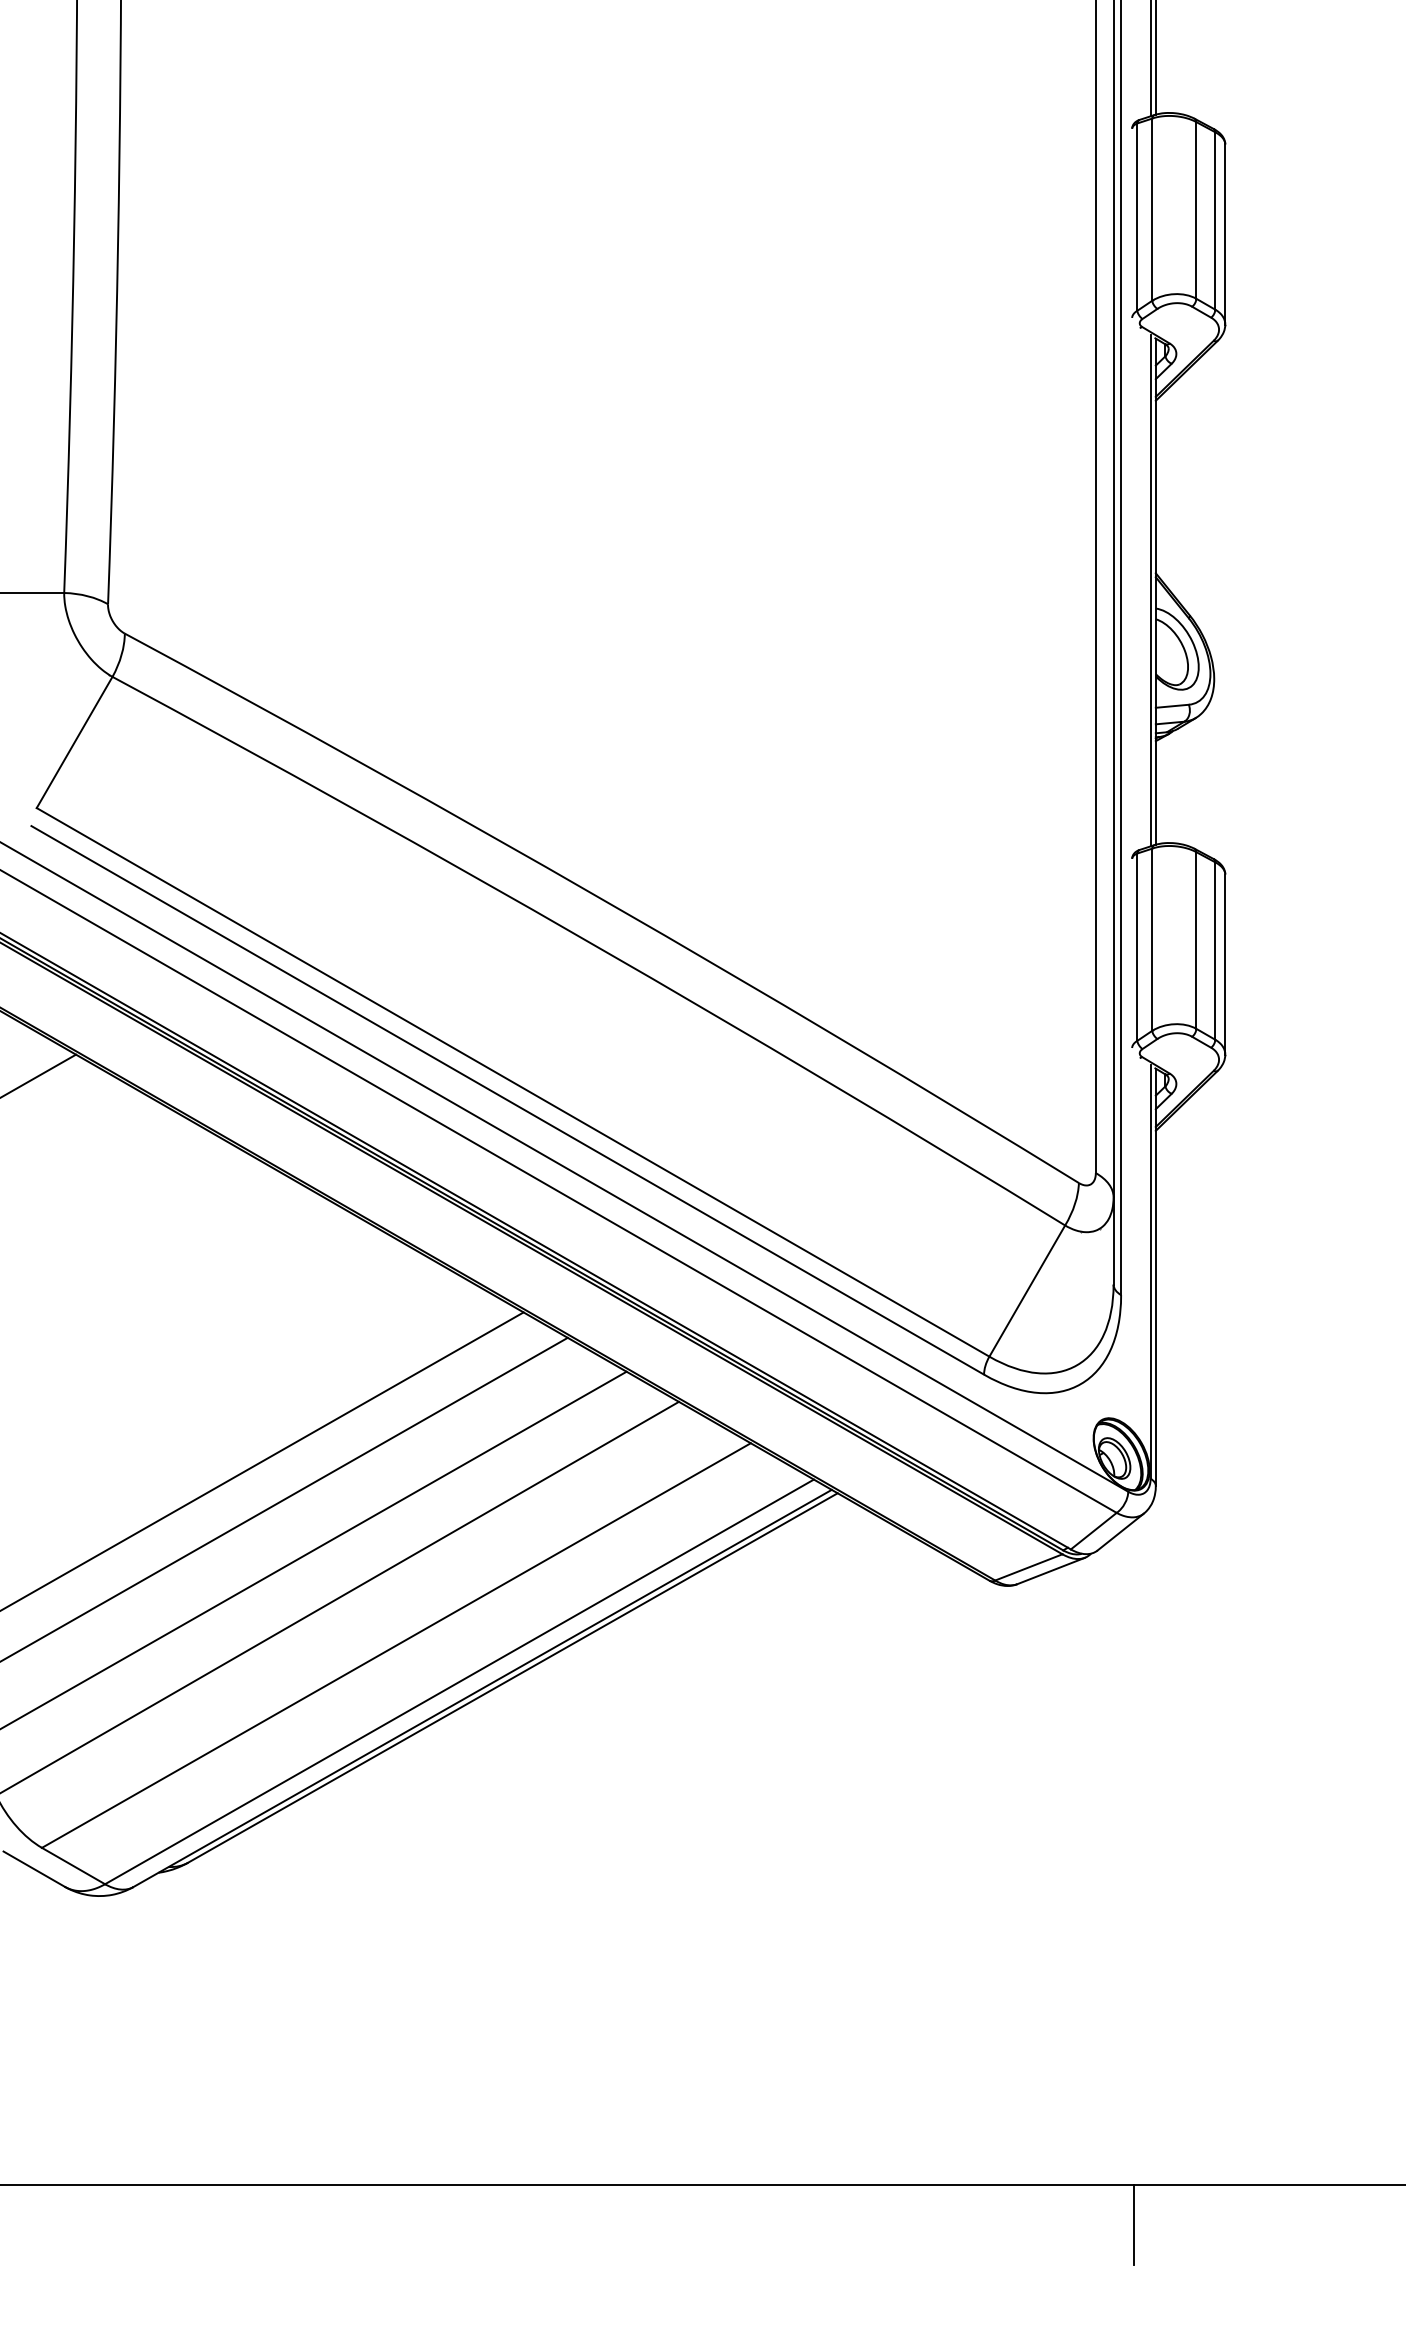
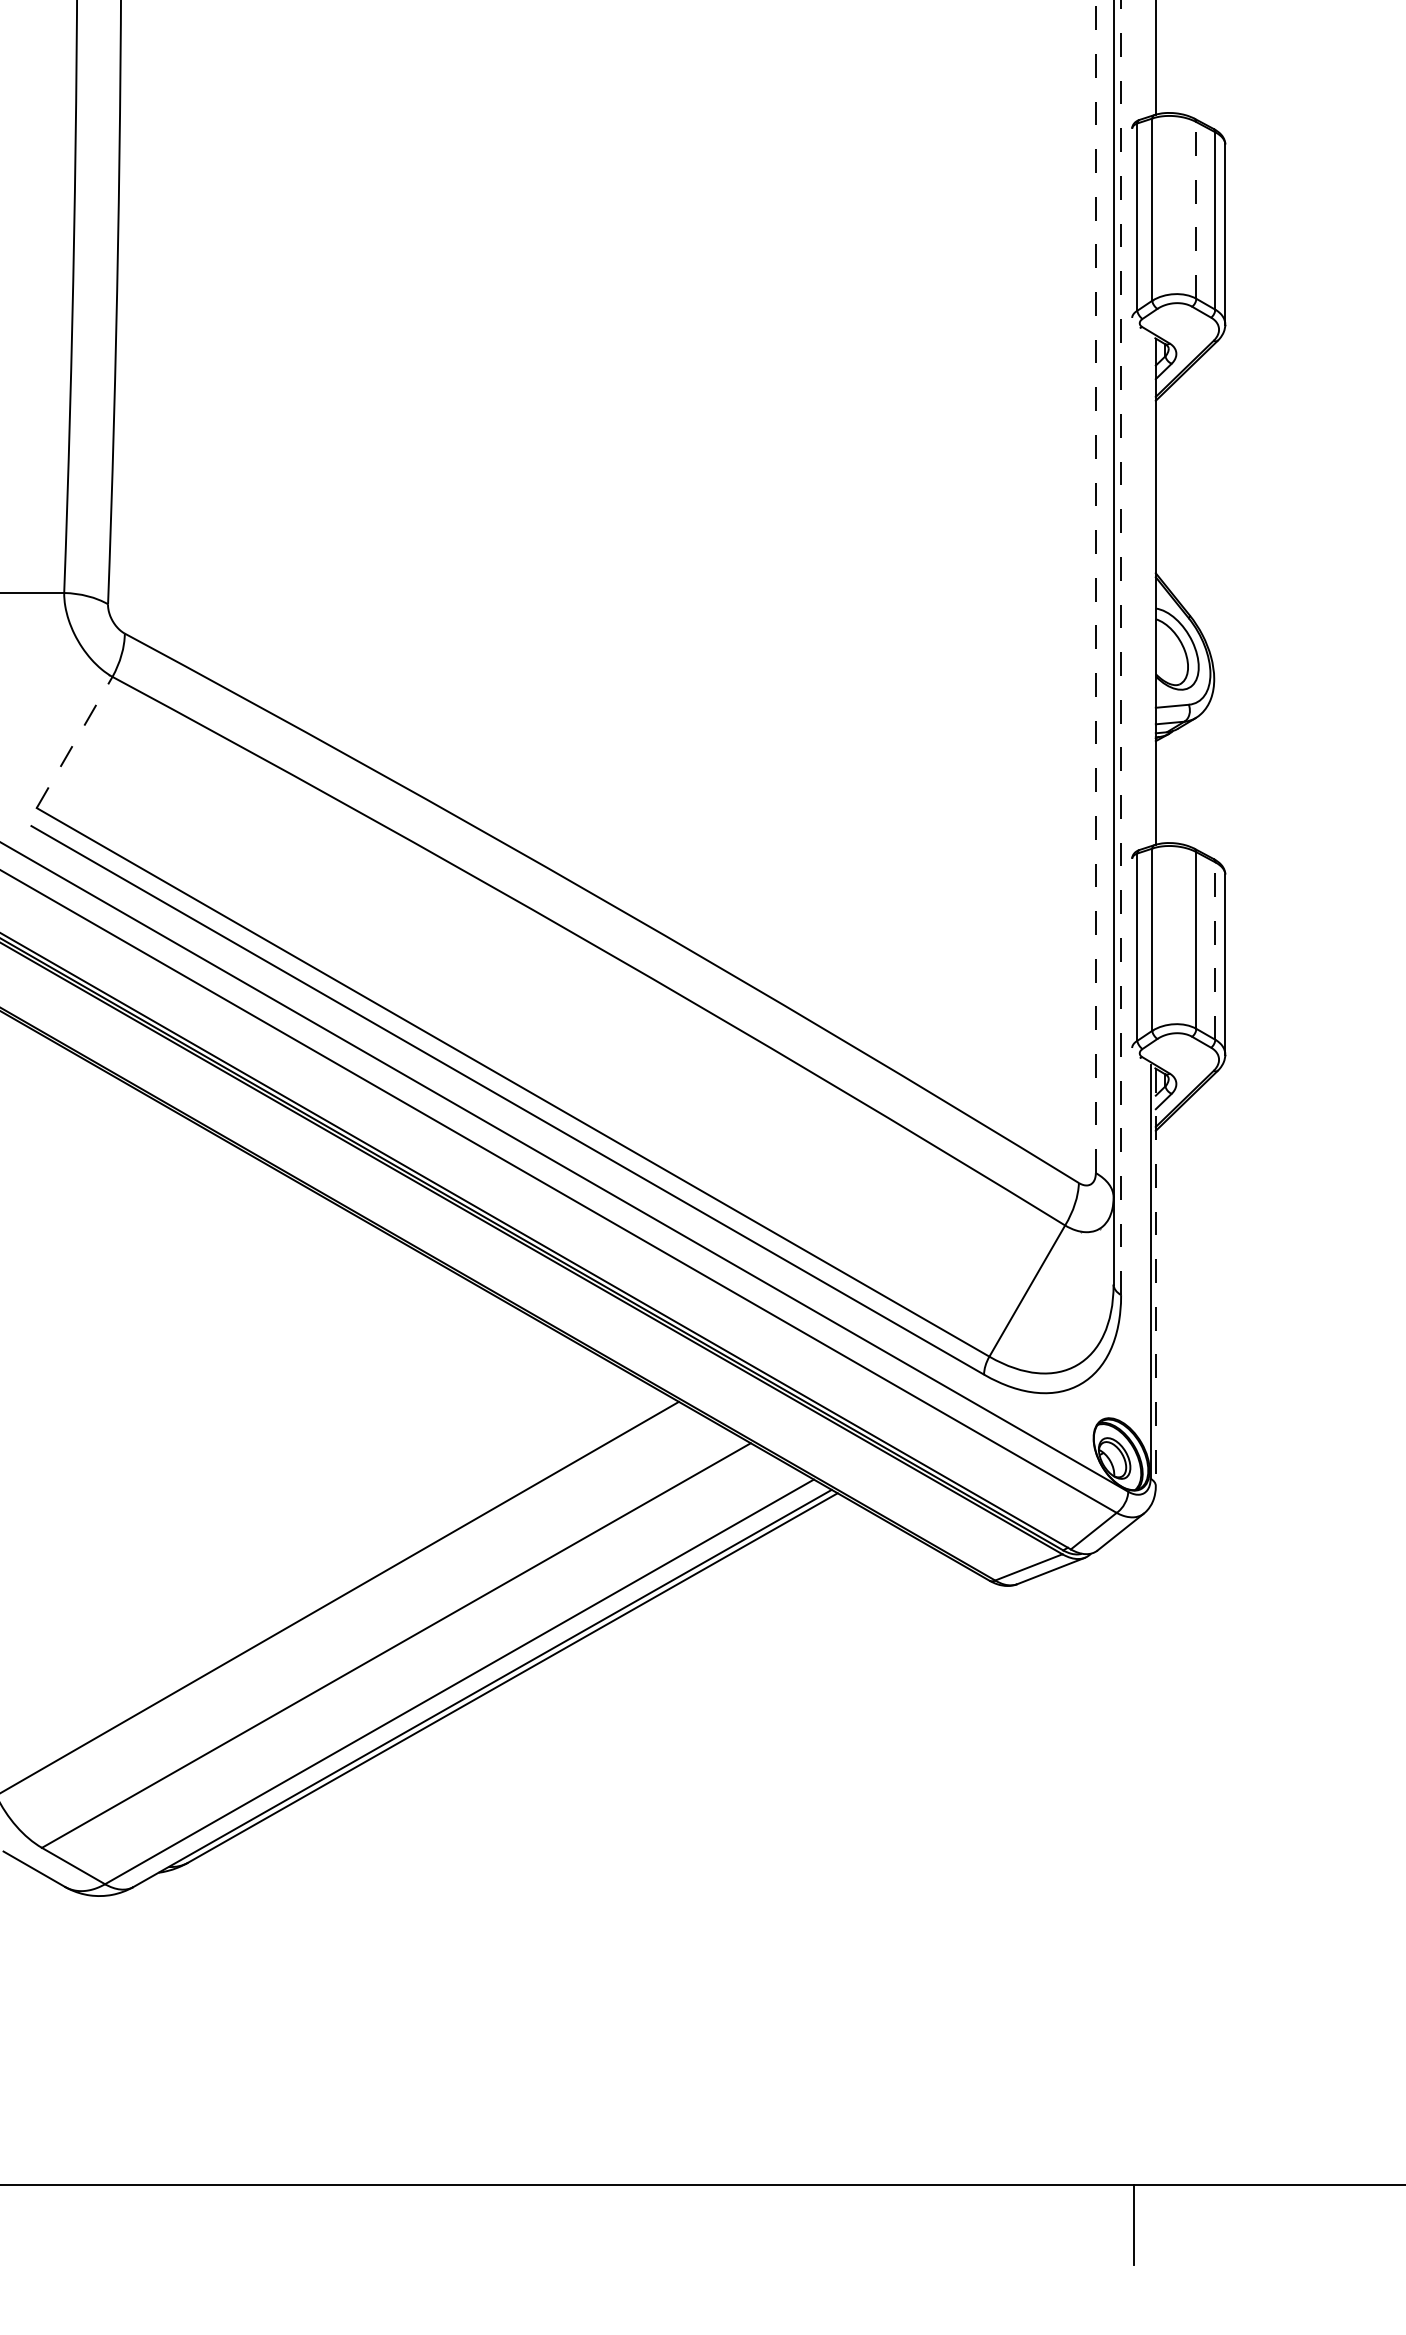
line at (1150, 59): present -> none
line at (1196, 209): solid -> dashed
line at (1095, 586): solid -> dashed
line at (1150, 590): present -> none
line at (1121, 647): solid -> dashed
line at (74, 742): solid -> dashed
line at (1215, 951): solid -> dashed
line at (39, 1075): present -> none
line at (1155, 1277): solid -> dashed
line at (262, 1460): present -> none
line at (284, 1498): present -> none
line at (314, 1549): present -> none
